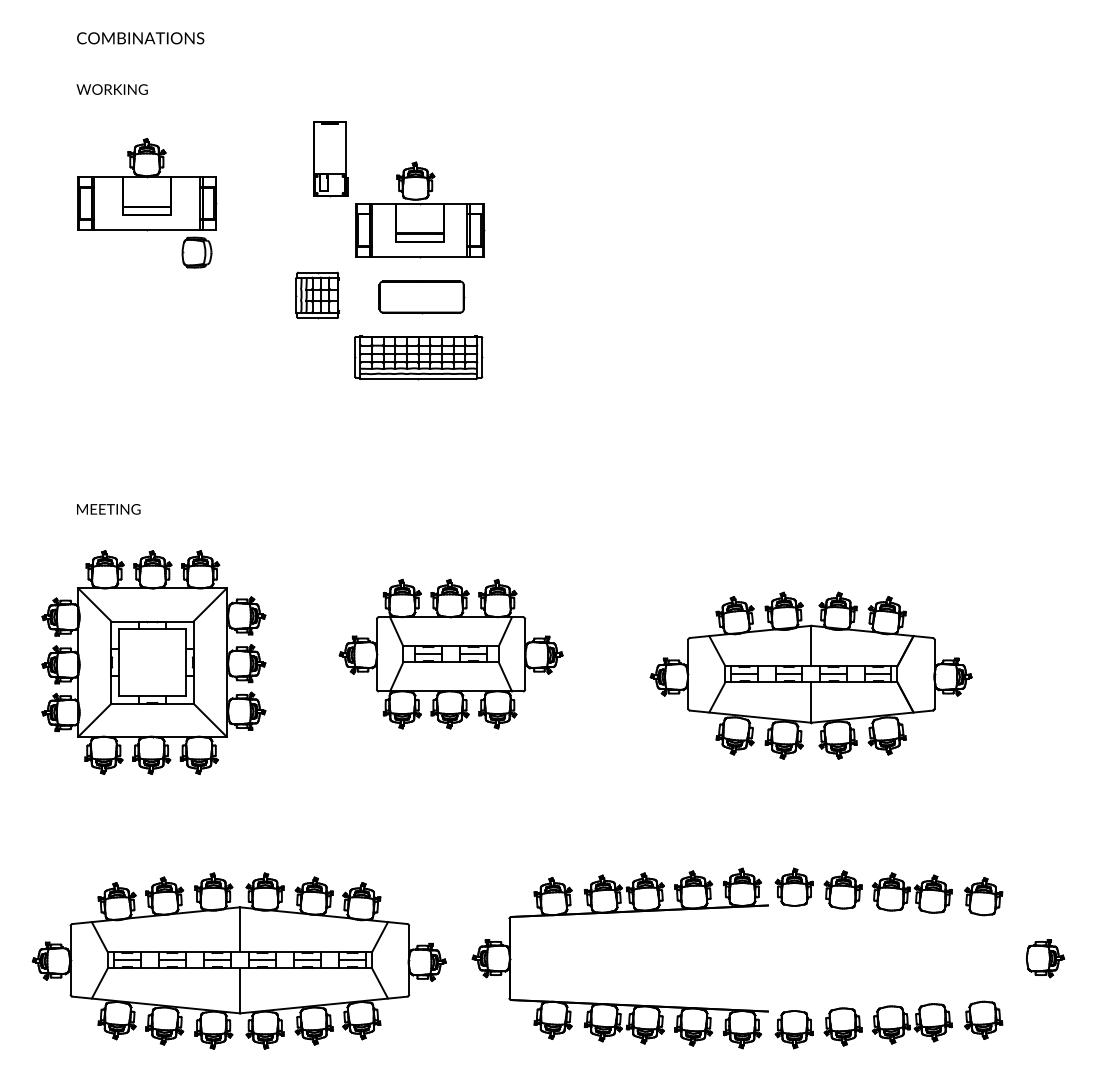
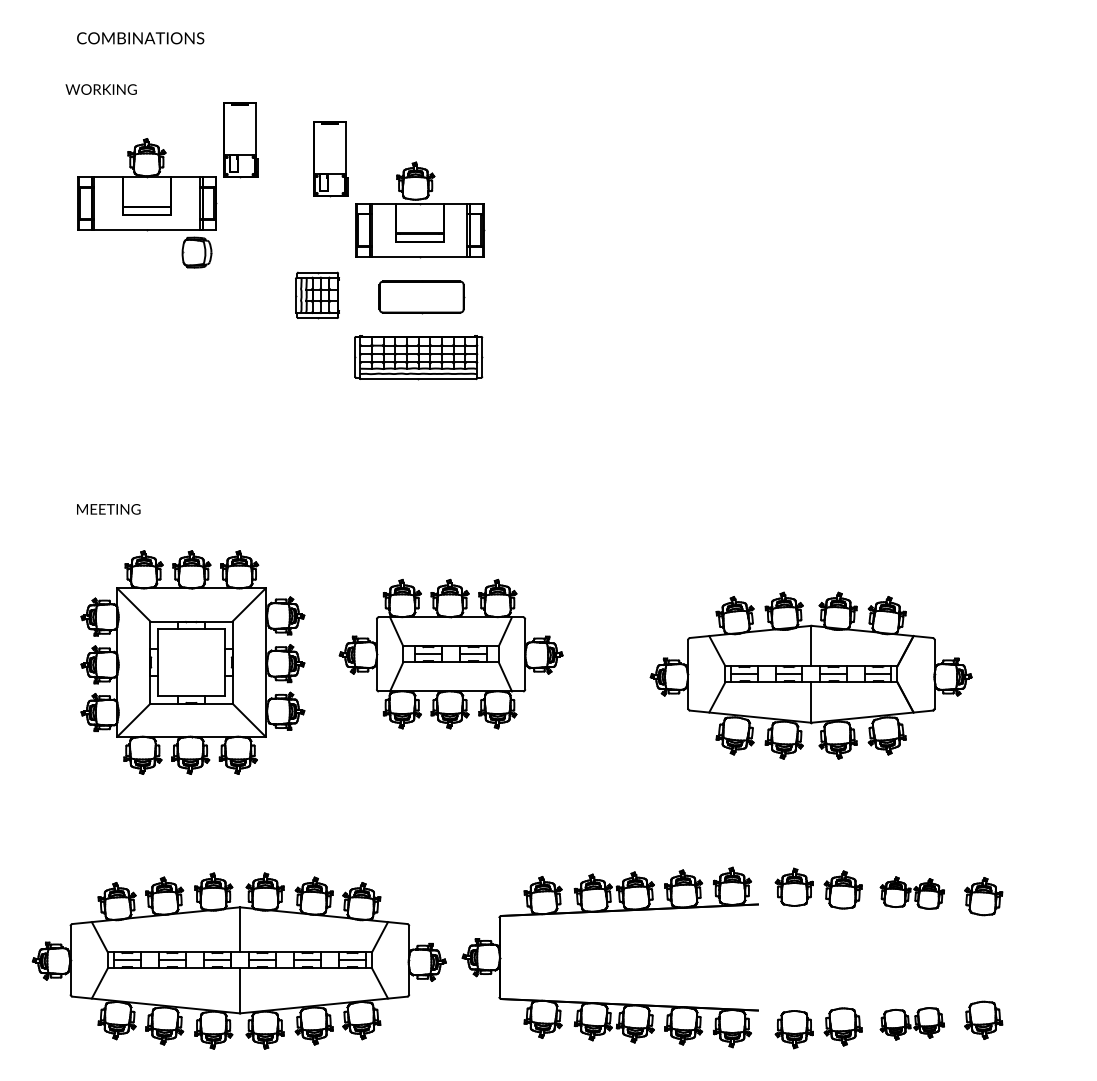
text at (111, 89) position: (111, 89) -> (100, 89)
part at (240, 140): none -> present
part at (153, 662) position: (153, 662) -> (192, 662)
part at (912, 892) size: 81x42 px -> 66x34 px
part at (619, 913) position: (619, 913) -> (609, 912)
part at (1045, 958): present -> none
part at (912, 1023) size: 81x42 px -> 66x34 px
